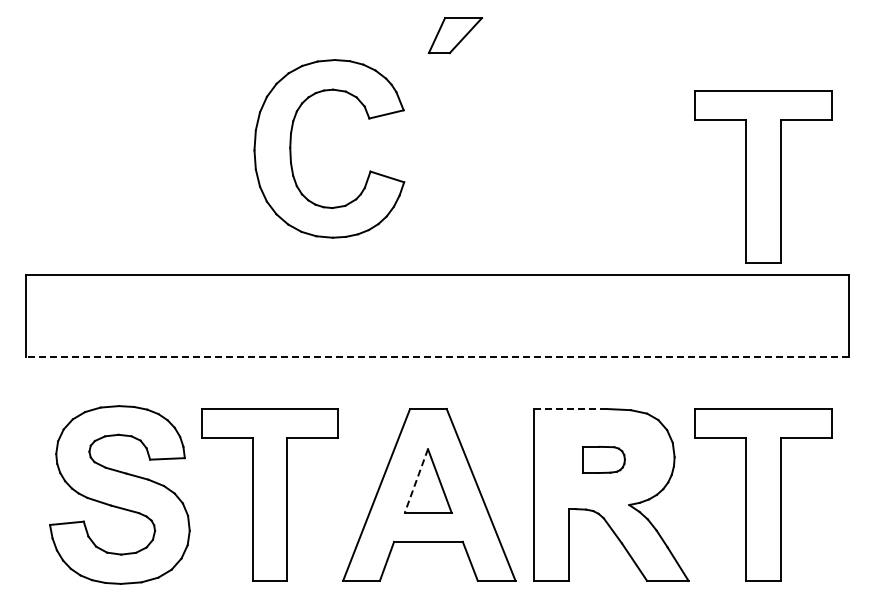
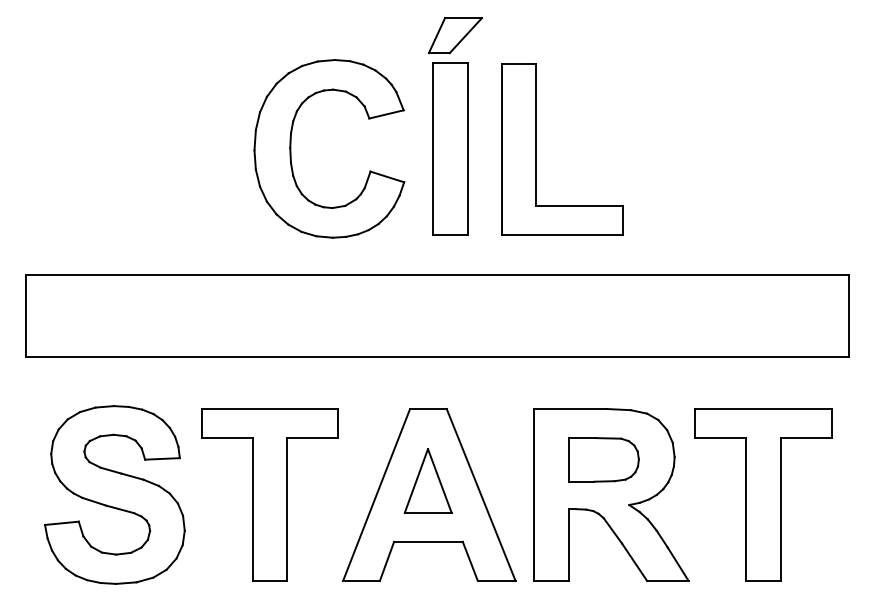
part at (450, 148): none -> present
part at (536, 149): none -> present
part at (763, 176): present -> none
line at (437, 357): dashed -> solid
line at (570, 409): dashed -> solid
part at (603, 459) size: 44x28 px -> 72x46 px
line at (416, 481): dashed -> solid
part at (119, 494) position: (119, 494) -> (114, 494)
